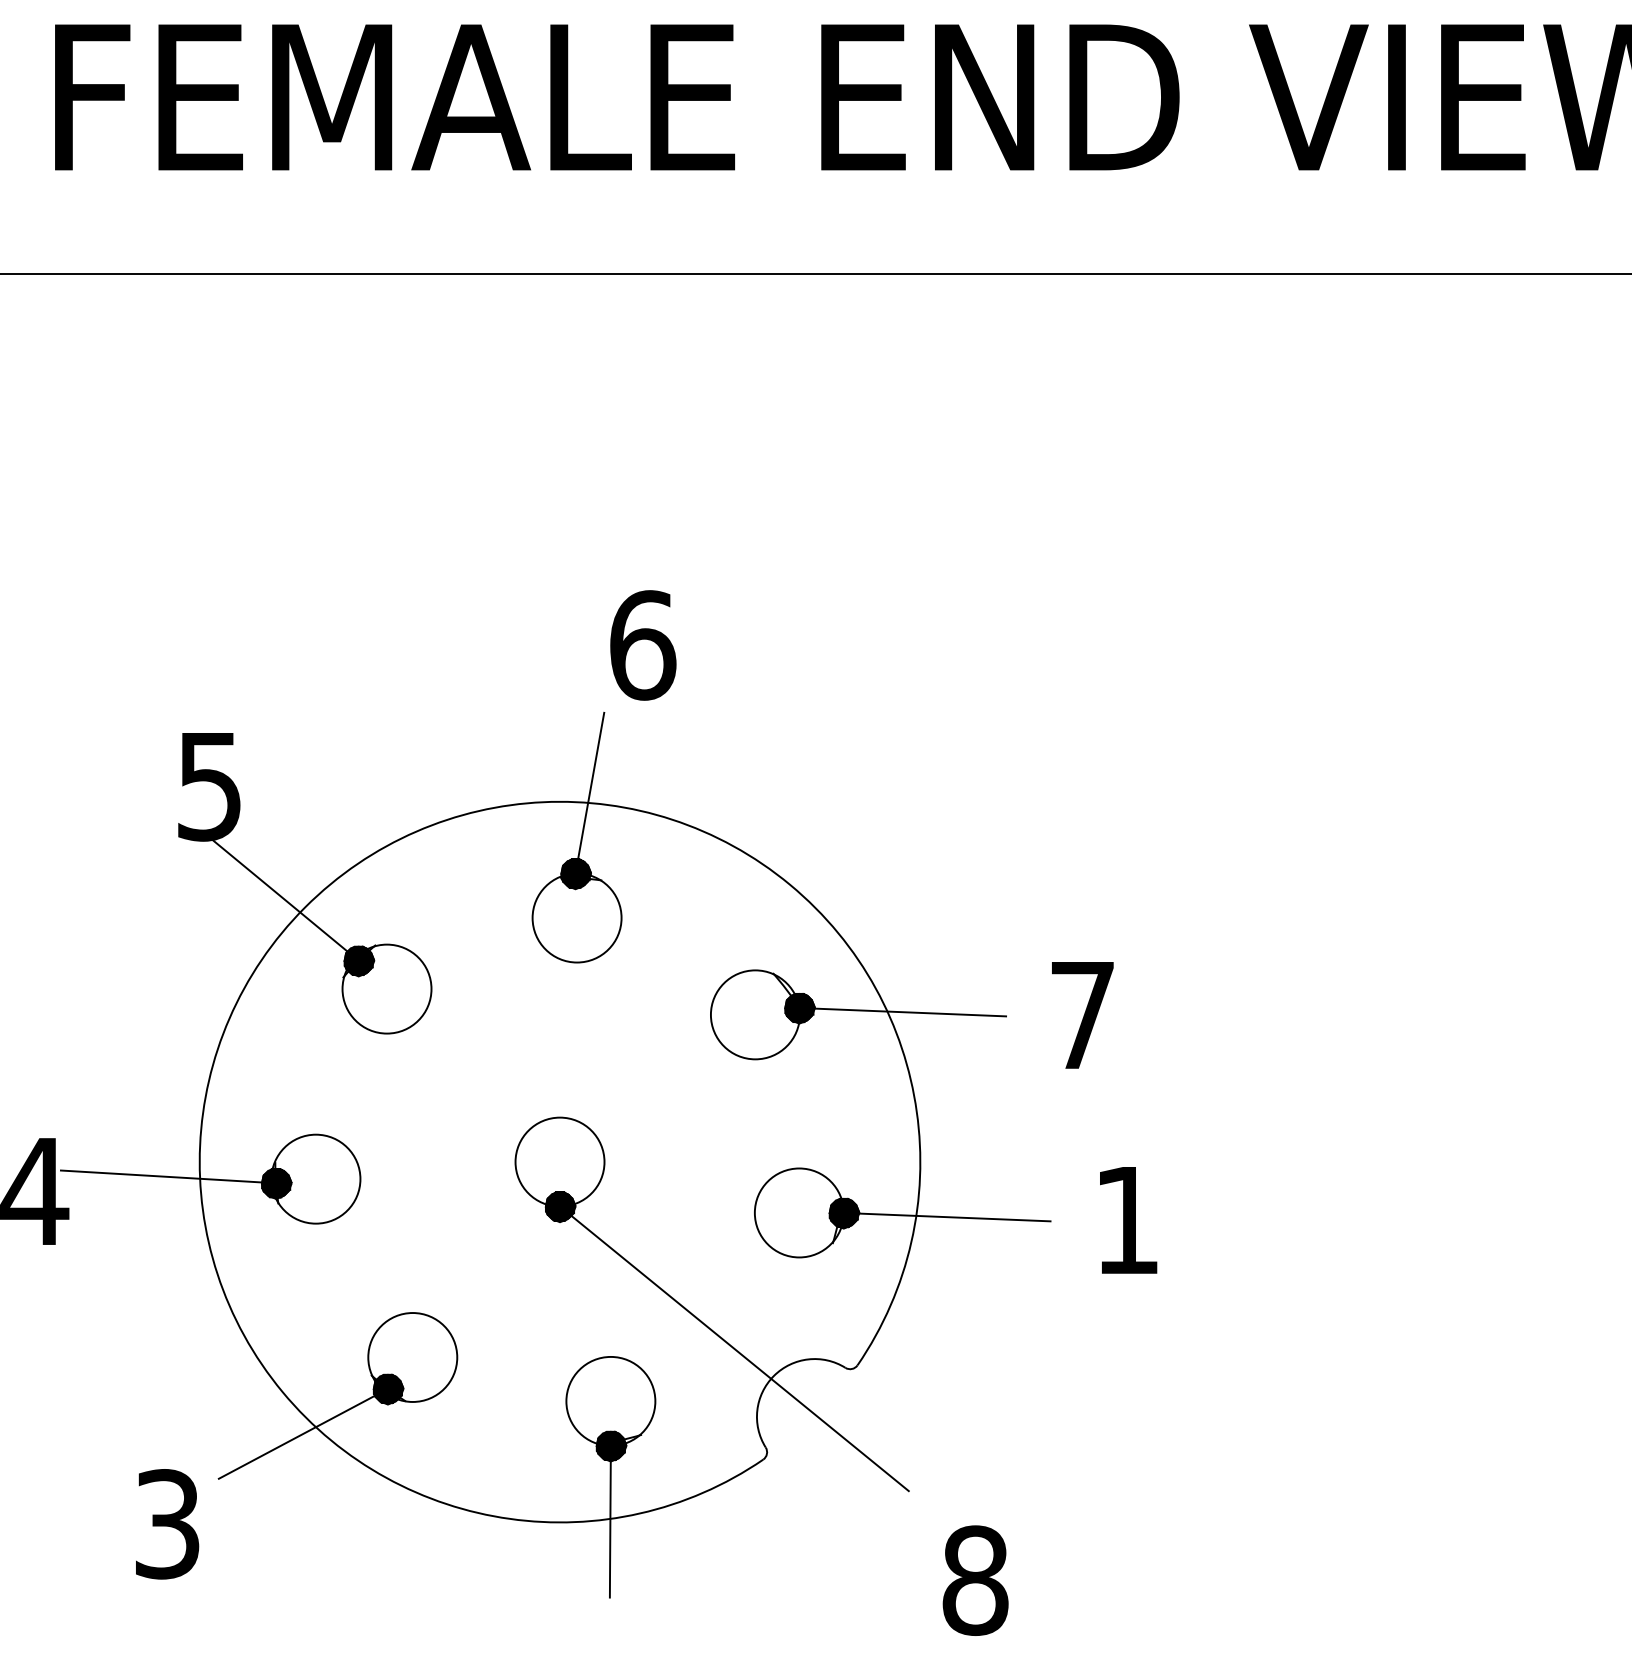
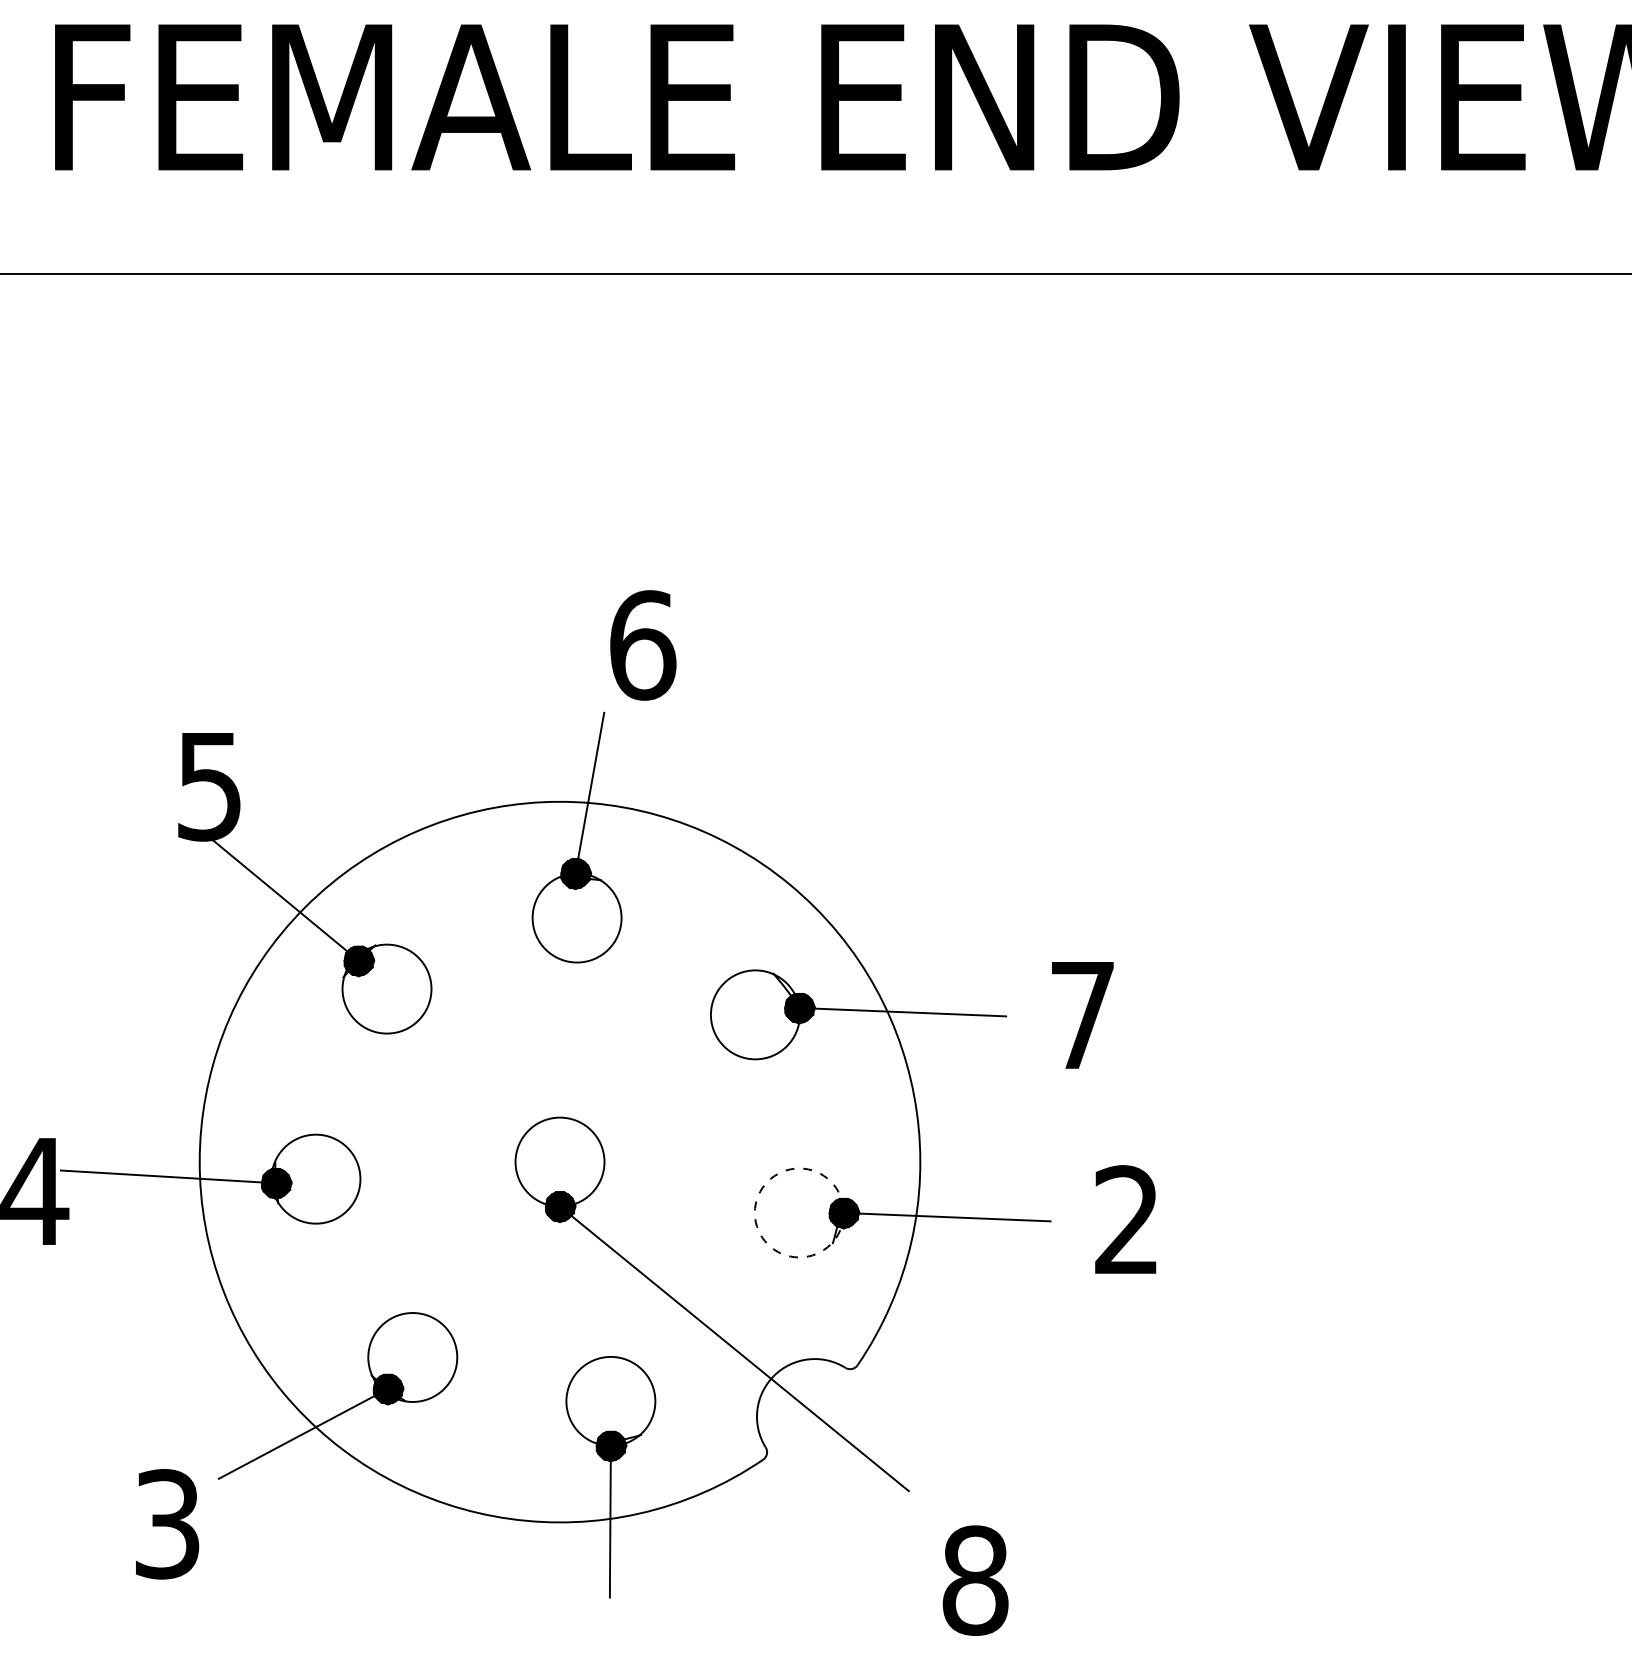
circle at (798, 1212): solid -> dashed
text at (1126, 1219): 1 -> 2
